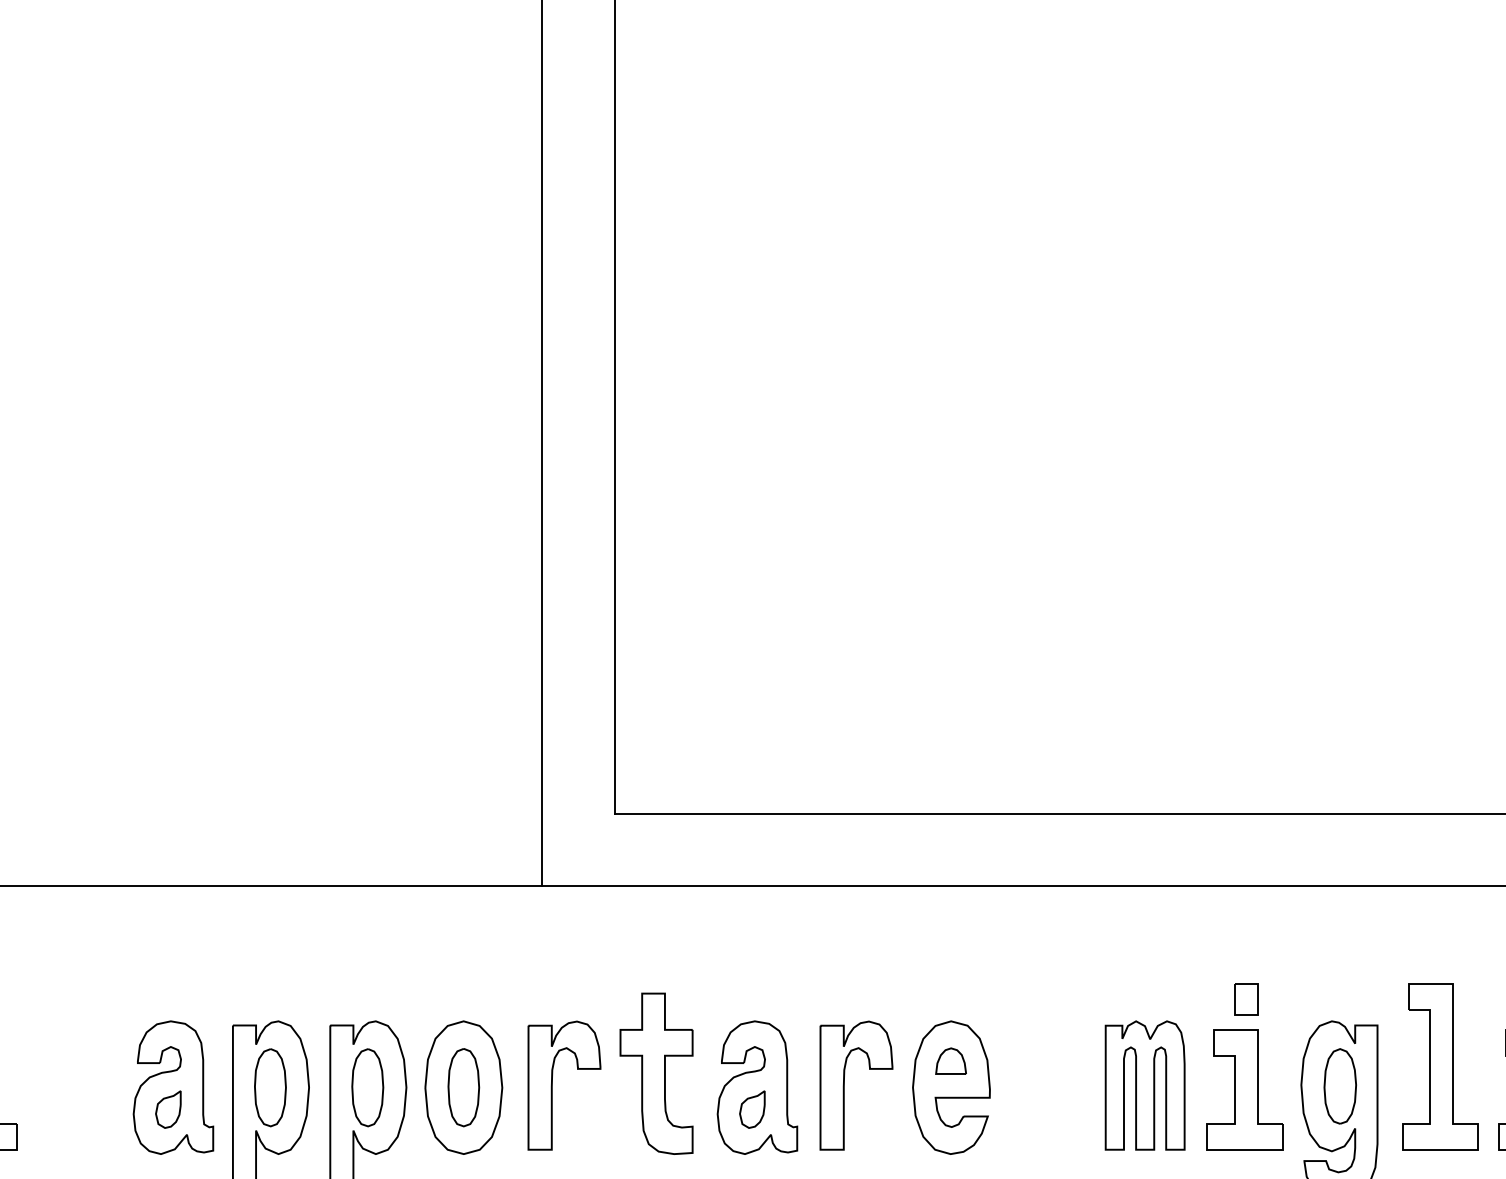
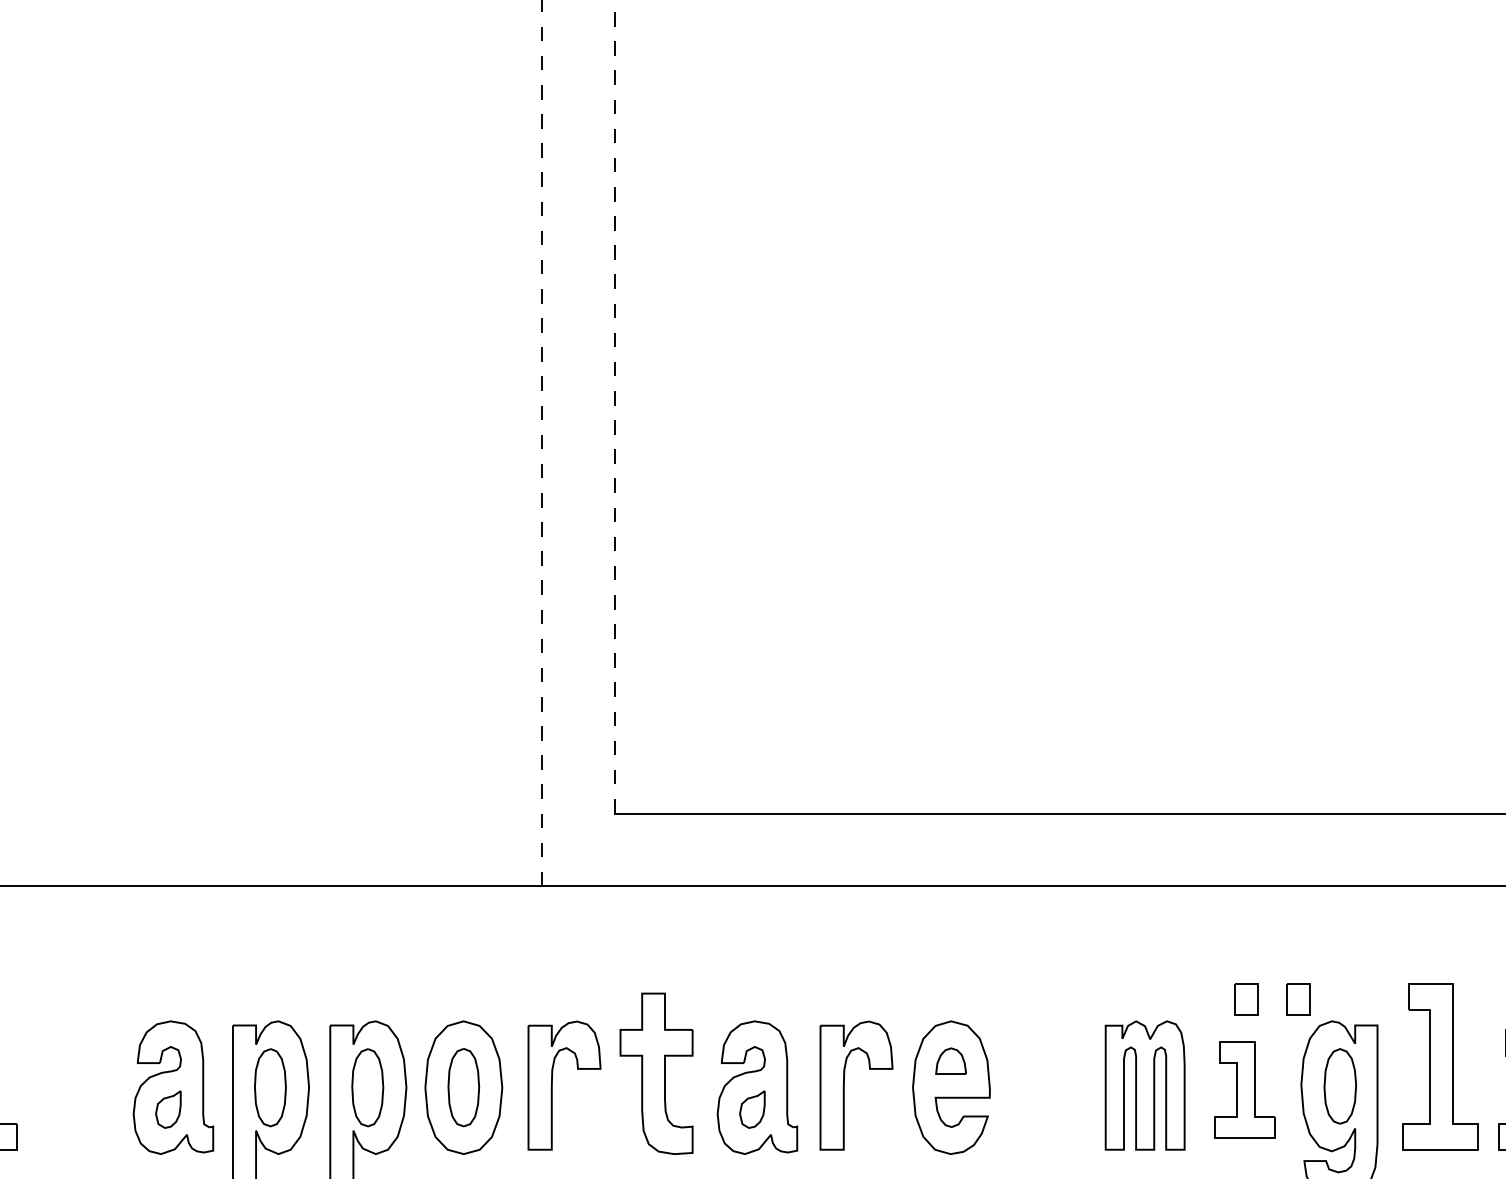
line at (615, 406): solid -> dashed
line at (542, 443): solid -> dashed
part at (1298, 999): none -> present
part at (1244, 1089) size: 78x122 px -> 62x98 px
